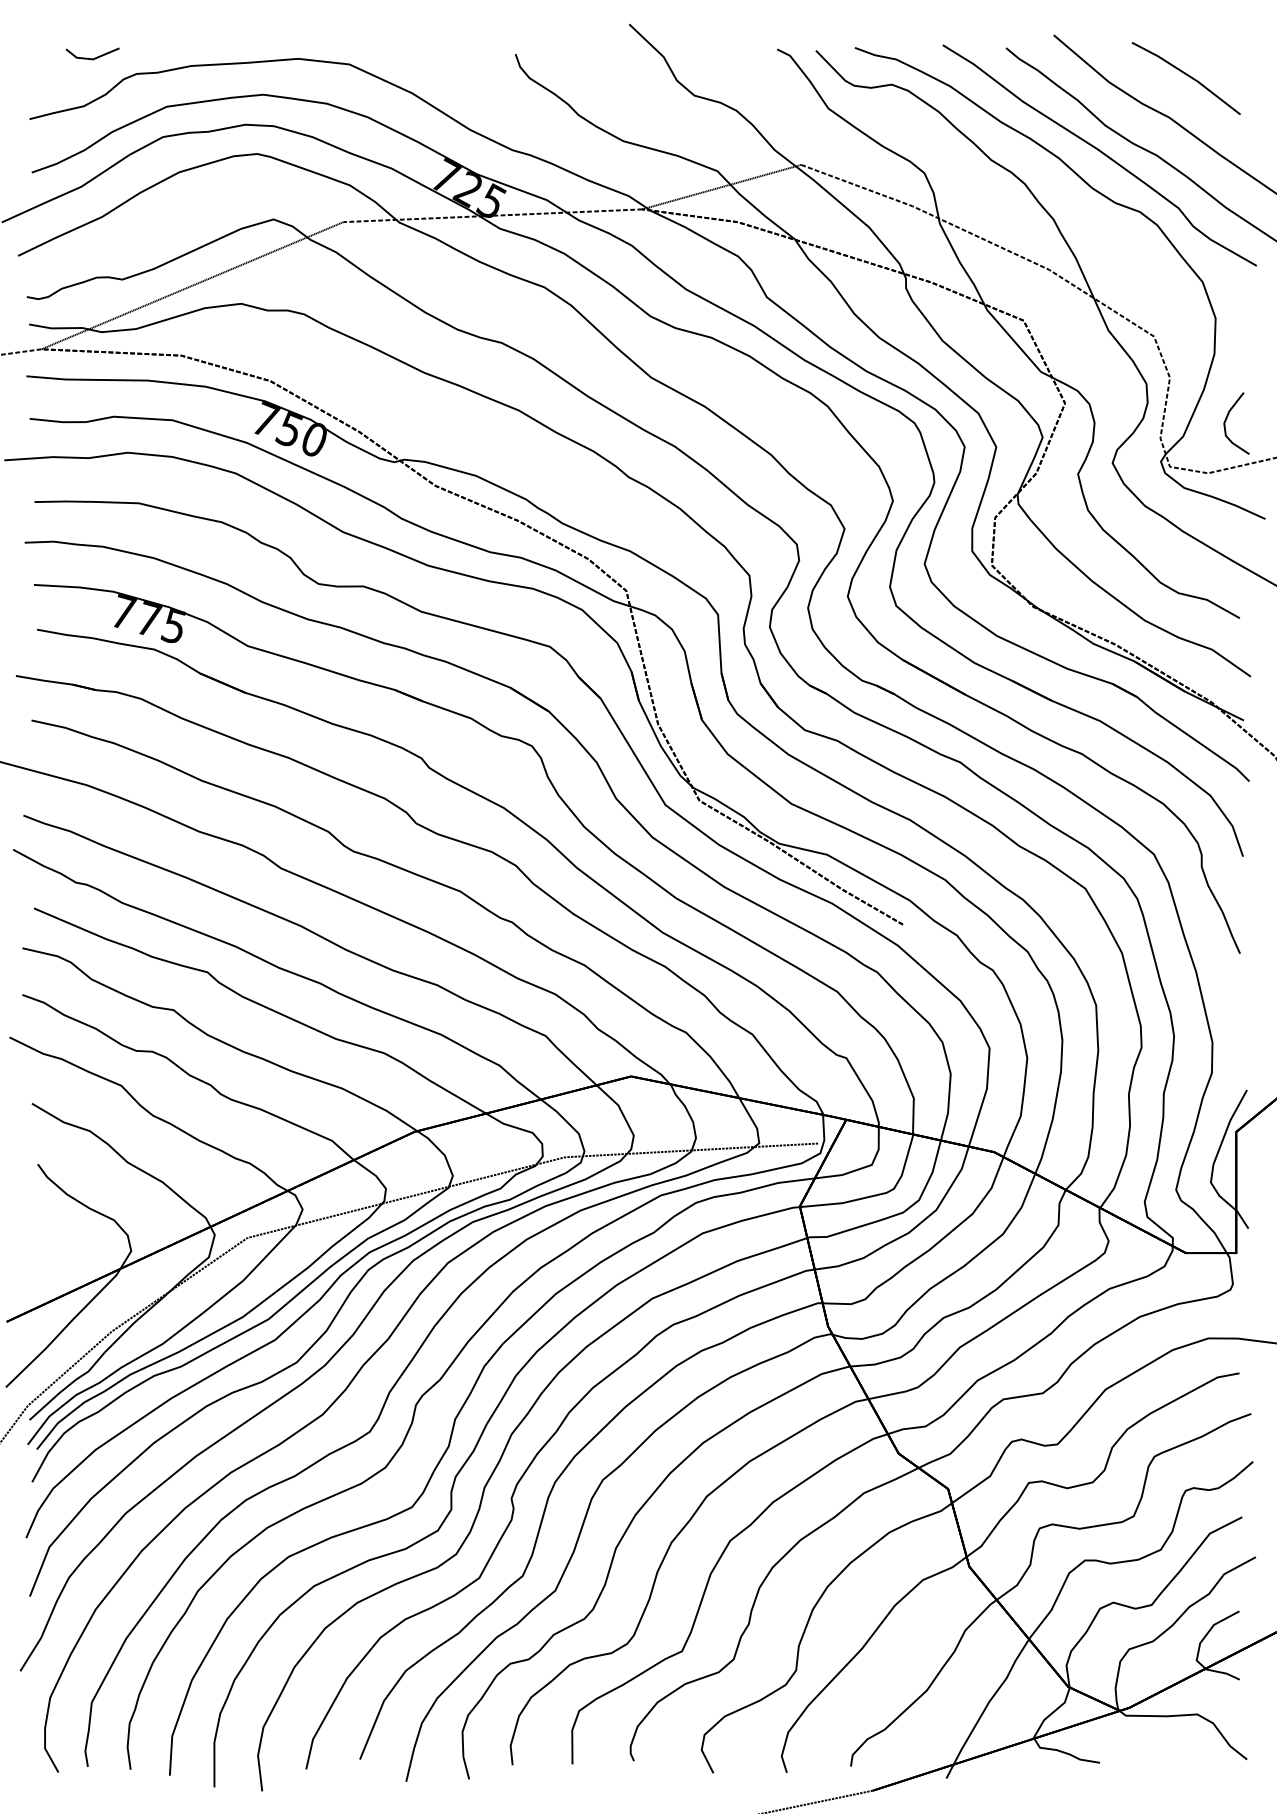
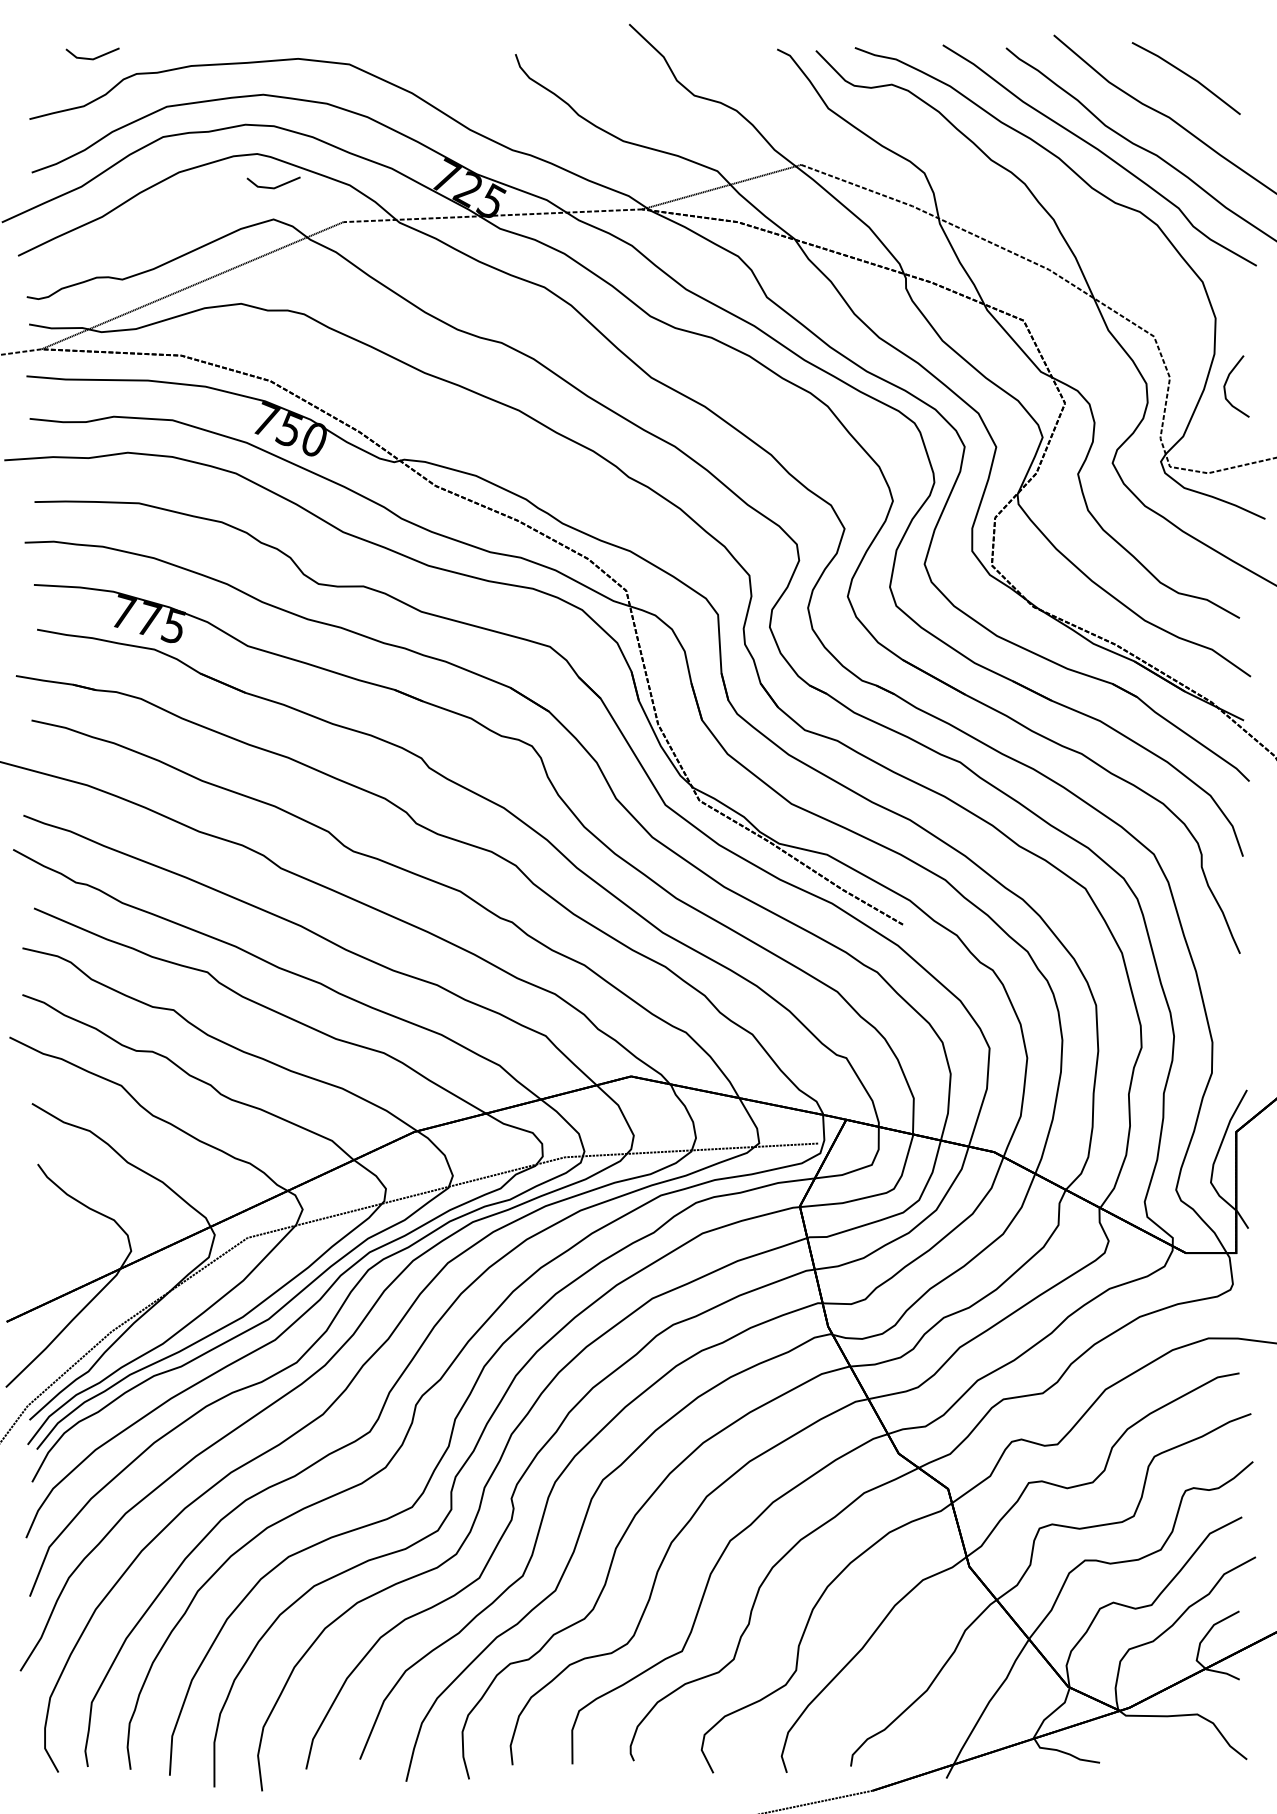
line at (275, 186): none -> present
curve at (1226, 421) position: (1226, 421) -> (1226, 384)
